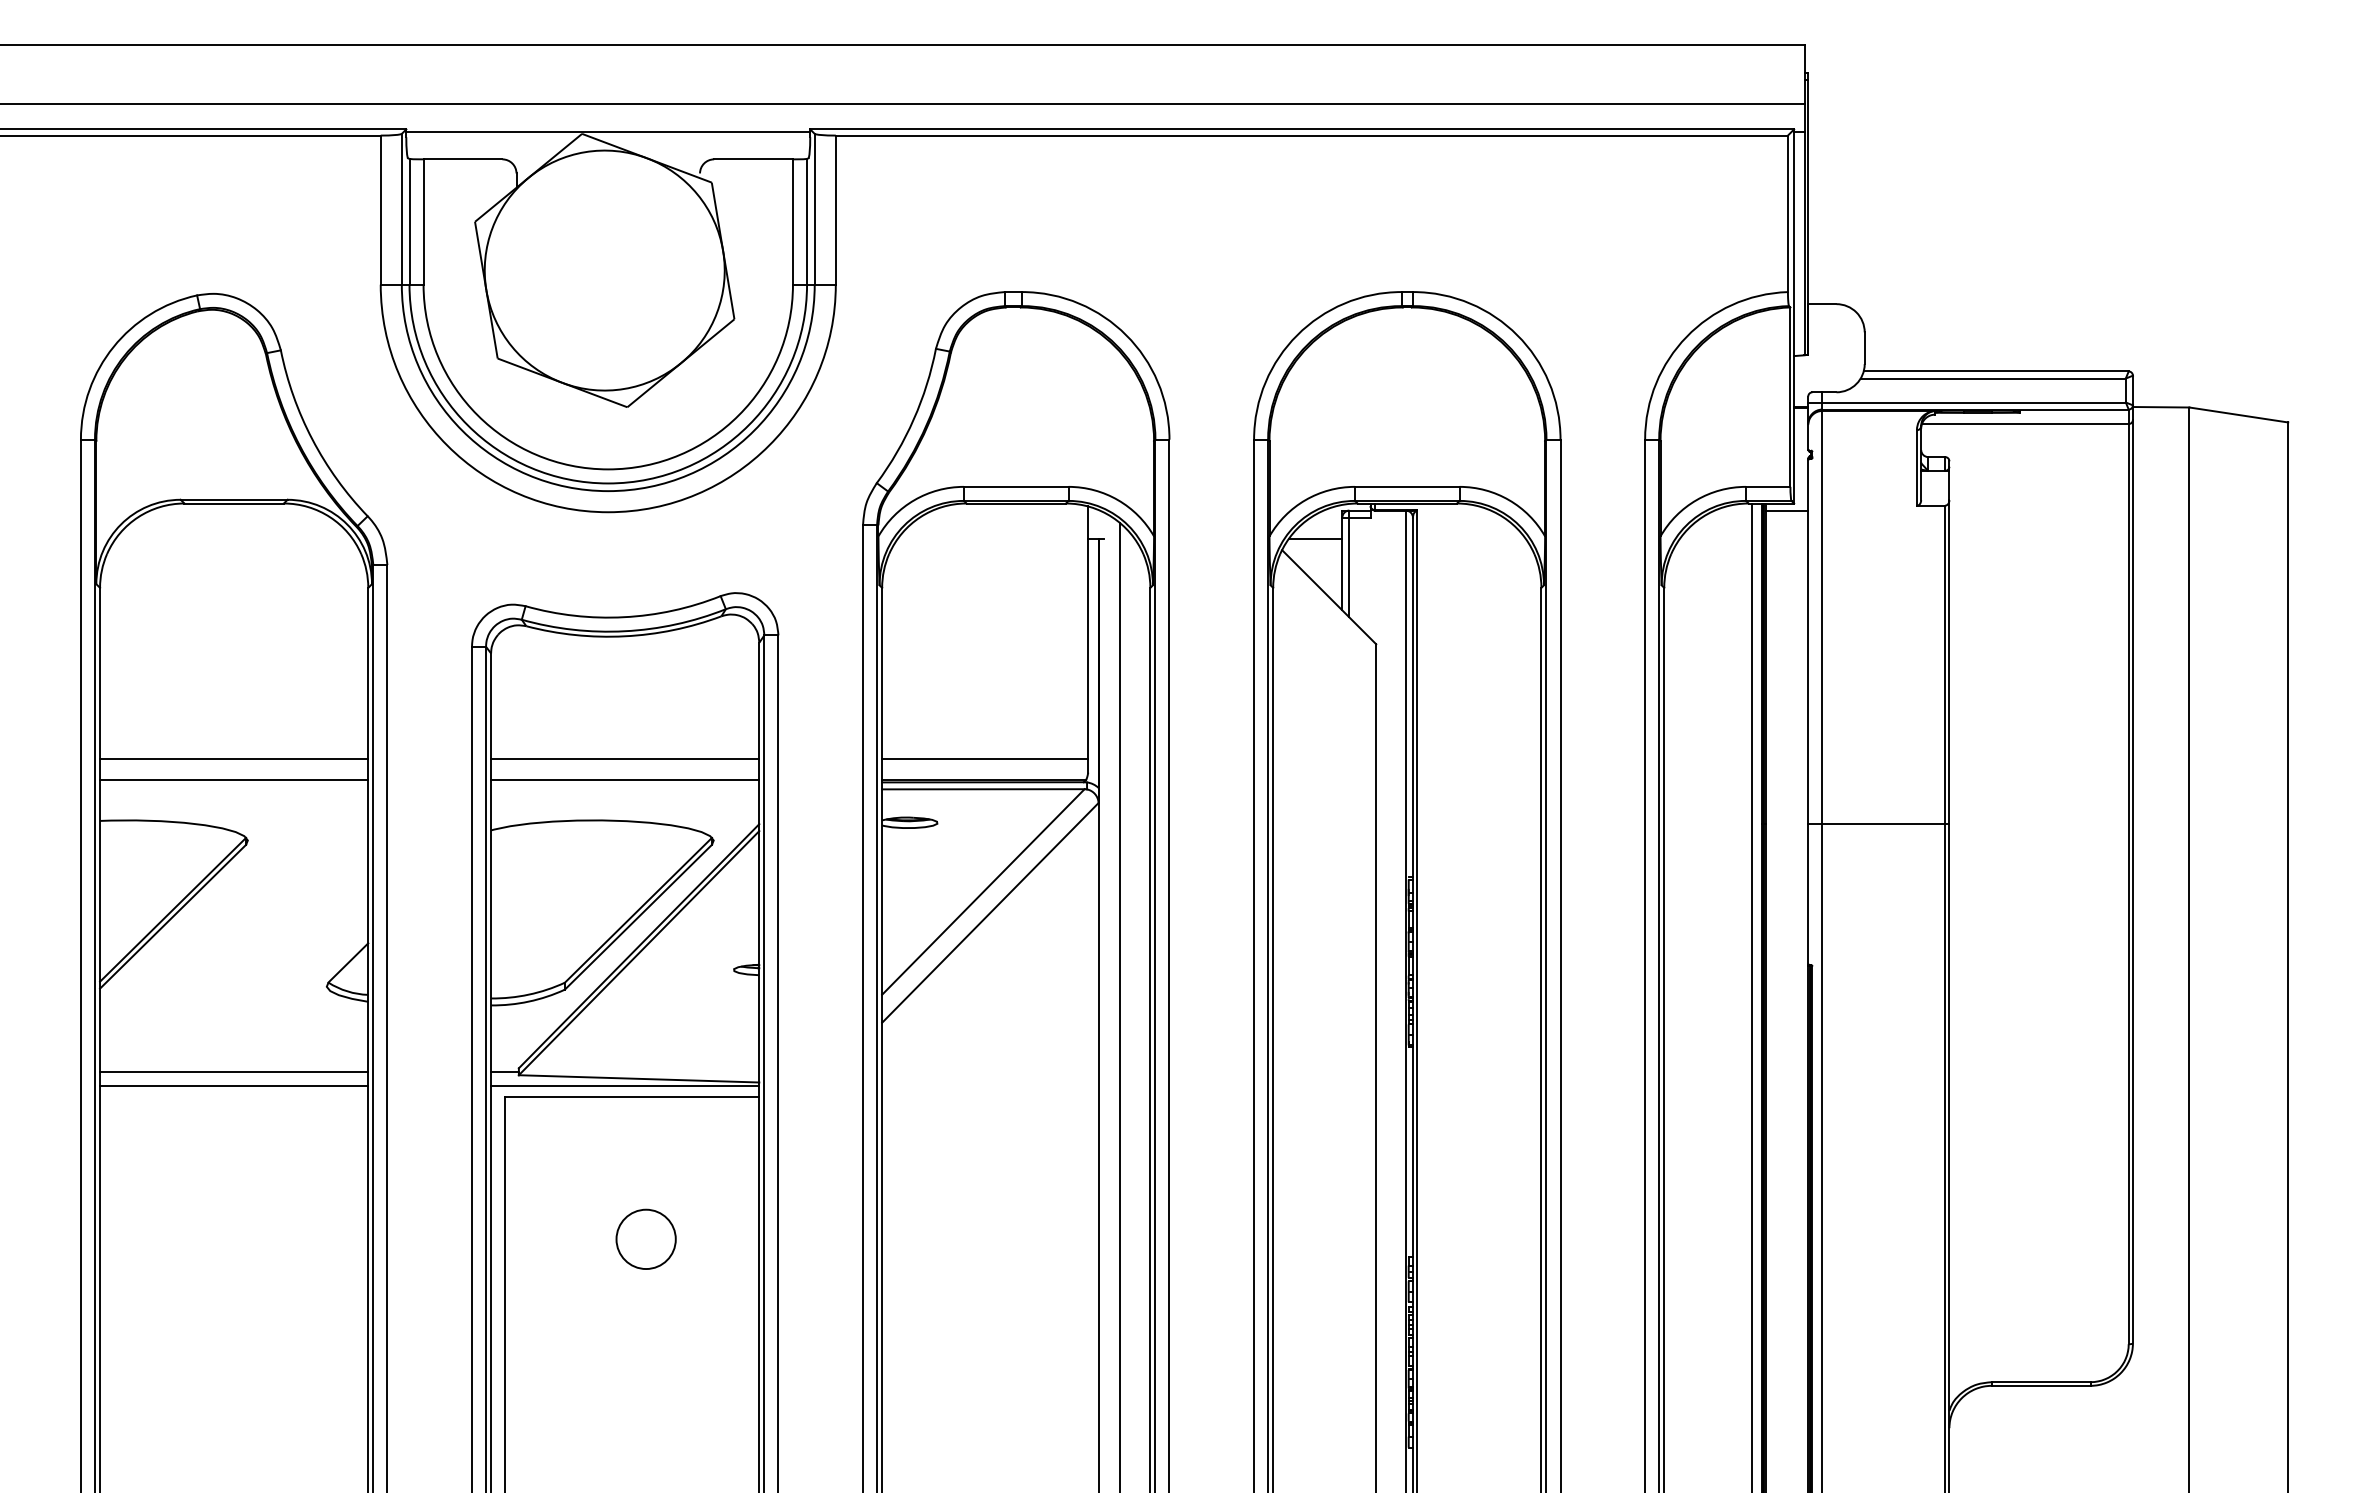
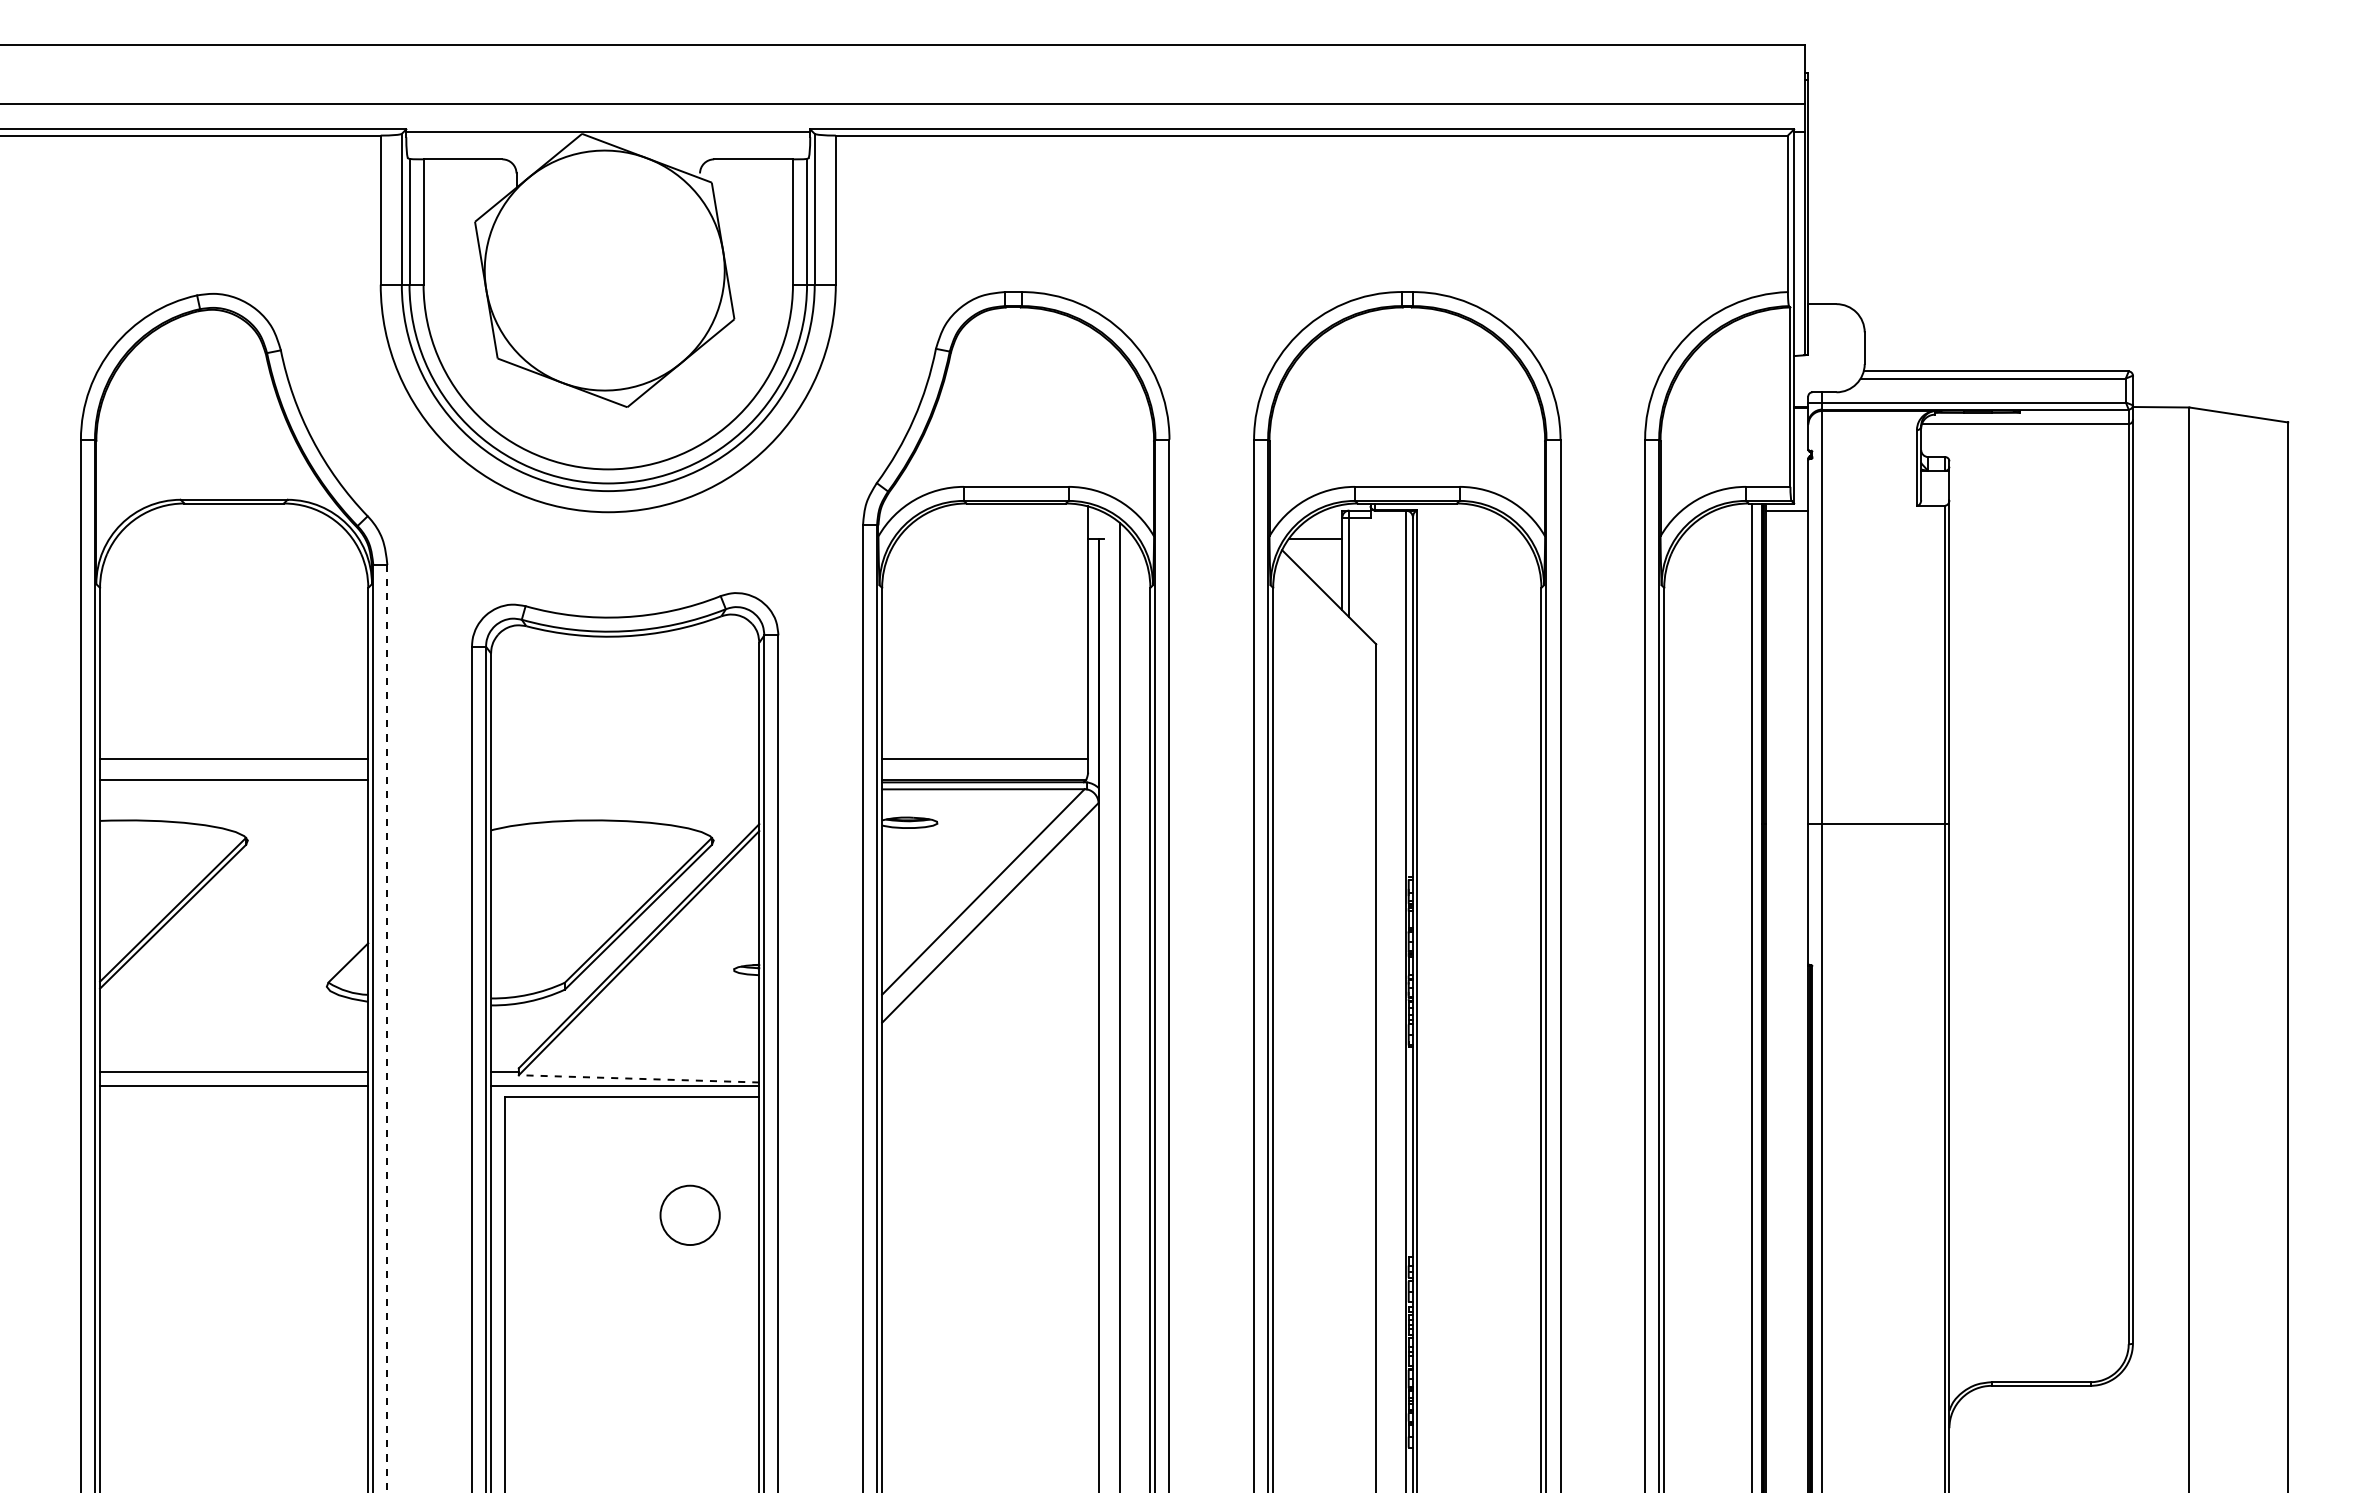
line at (625, 759): present -> none
line at (625, 779): present -> none
line at (387, 1028): solid -> dashed
line at (638, 1078): solid -> dashed
circle at (645, 1238) position: (645, 1238) -> (689, 1214)
